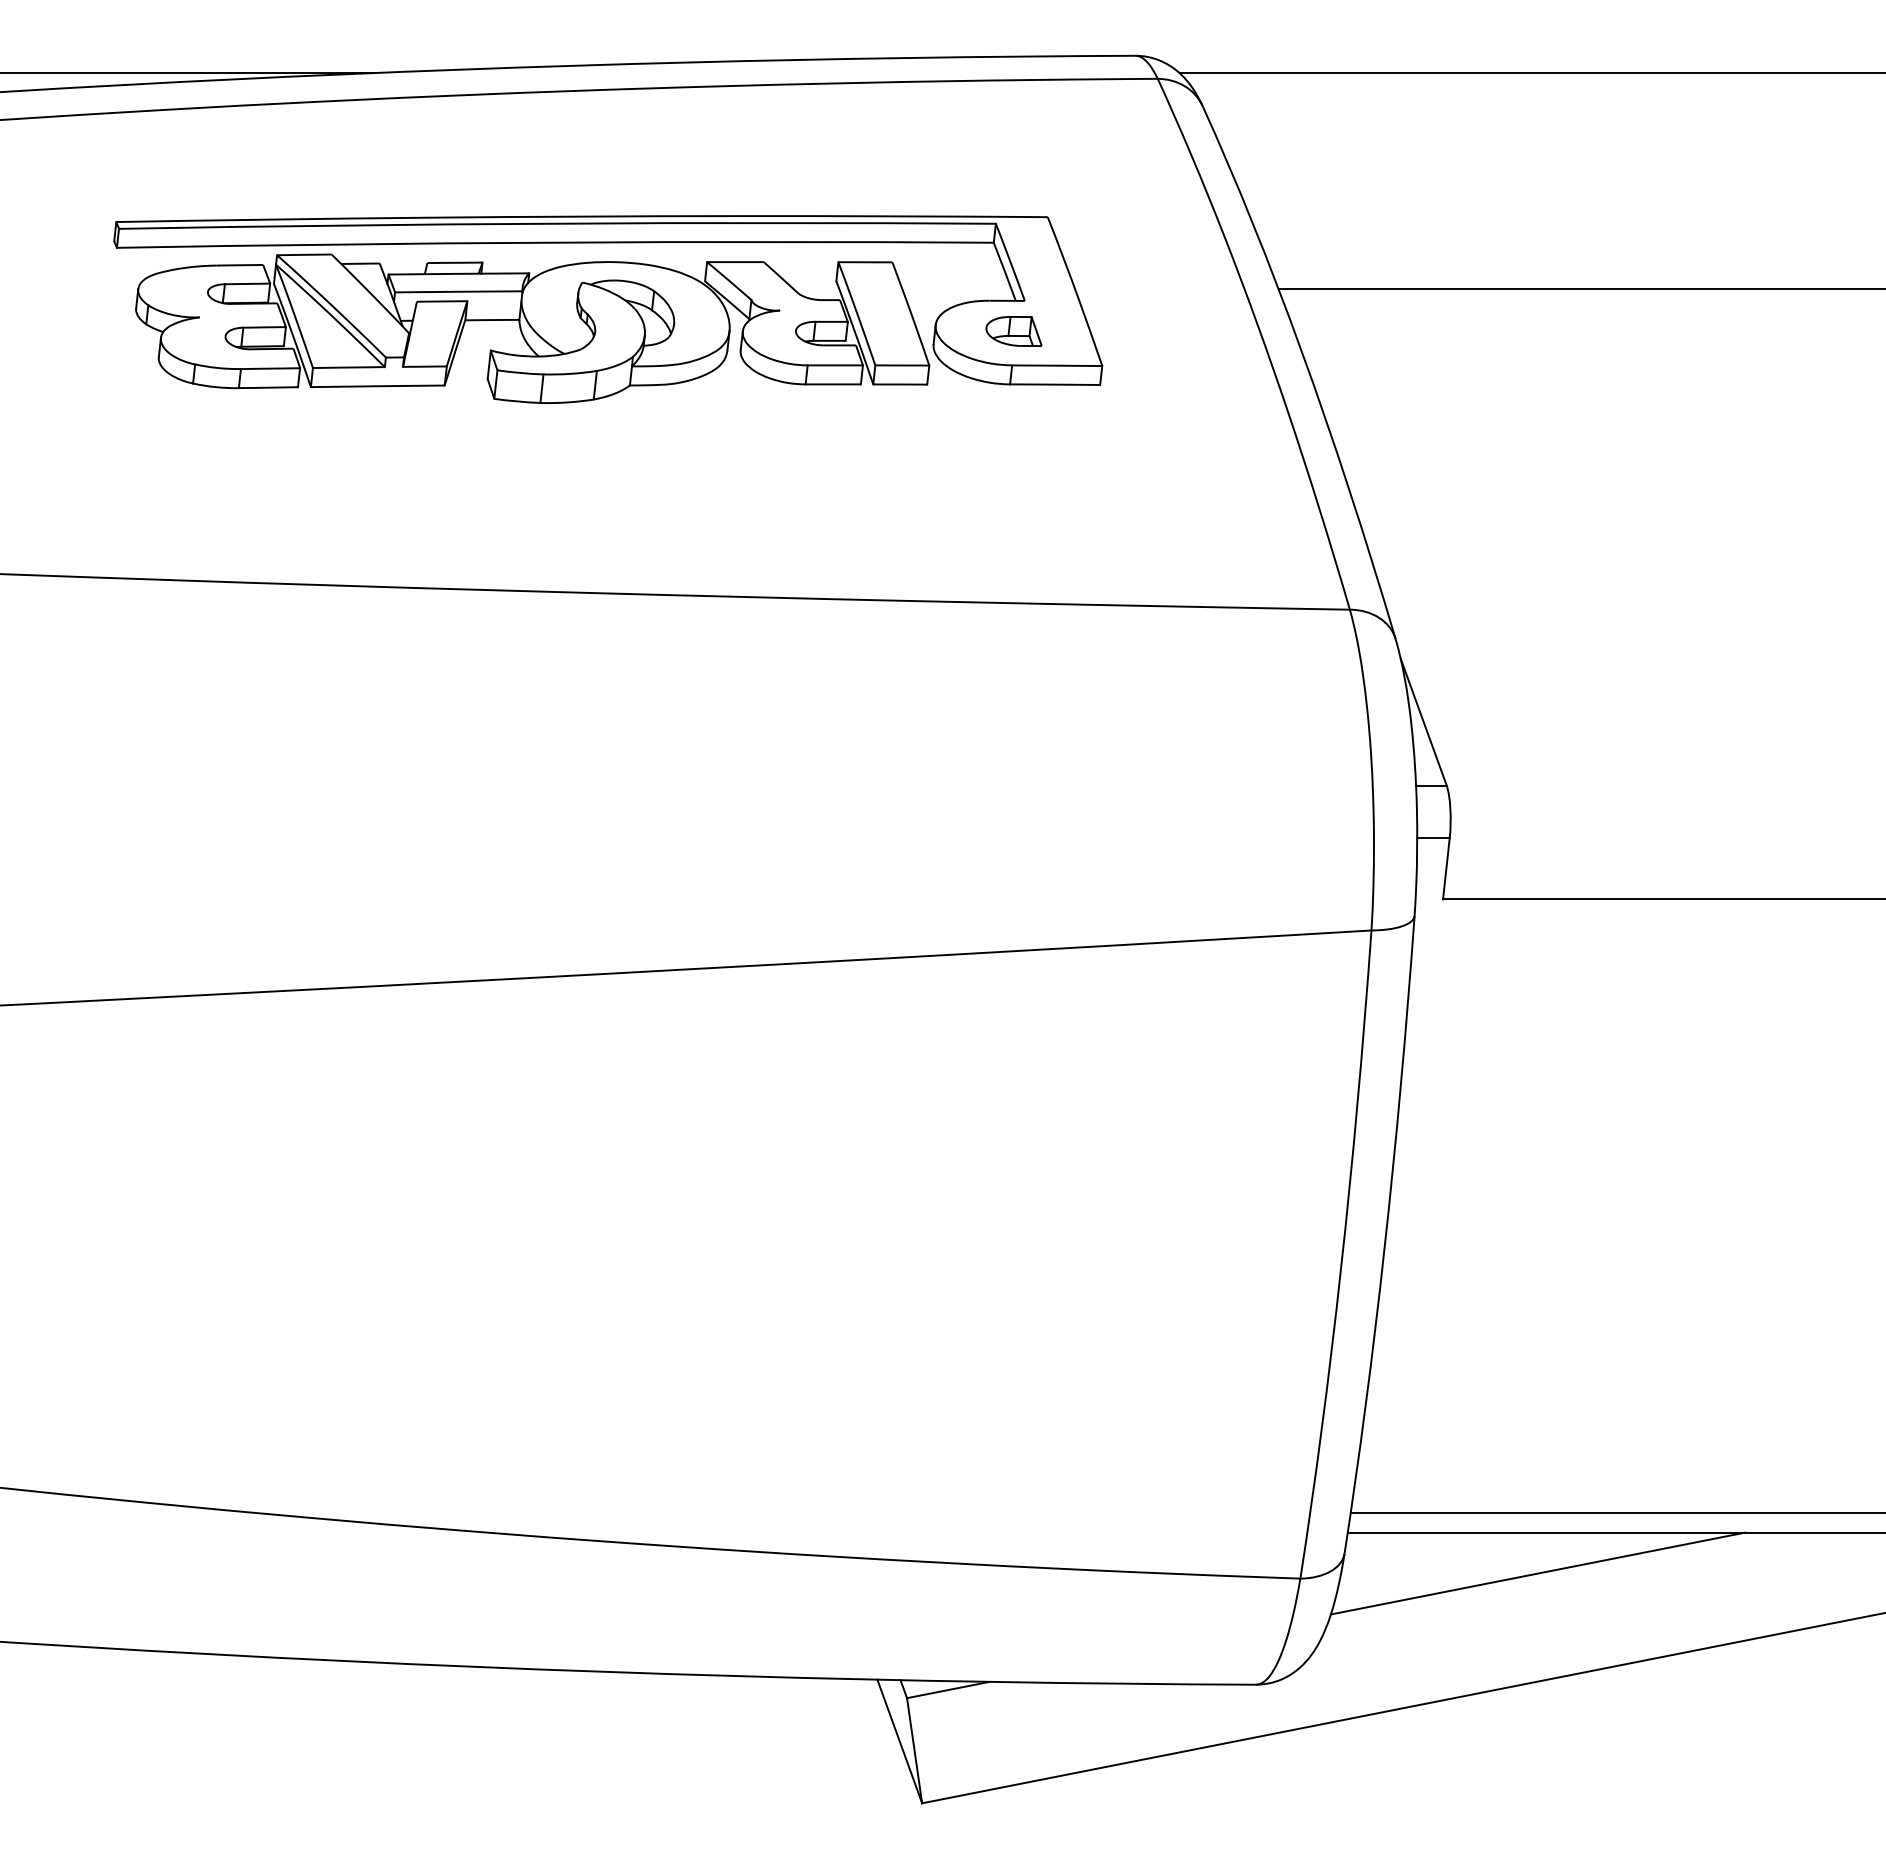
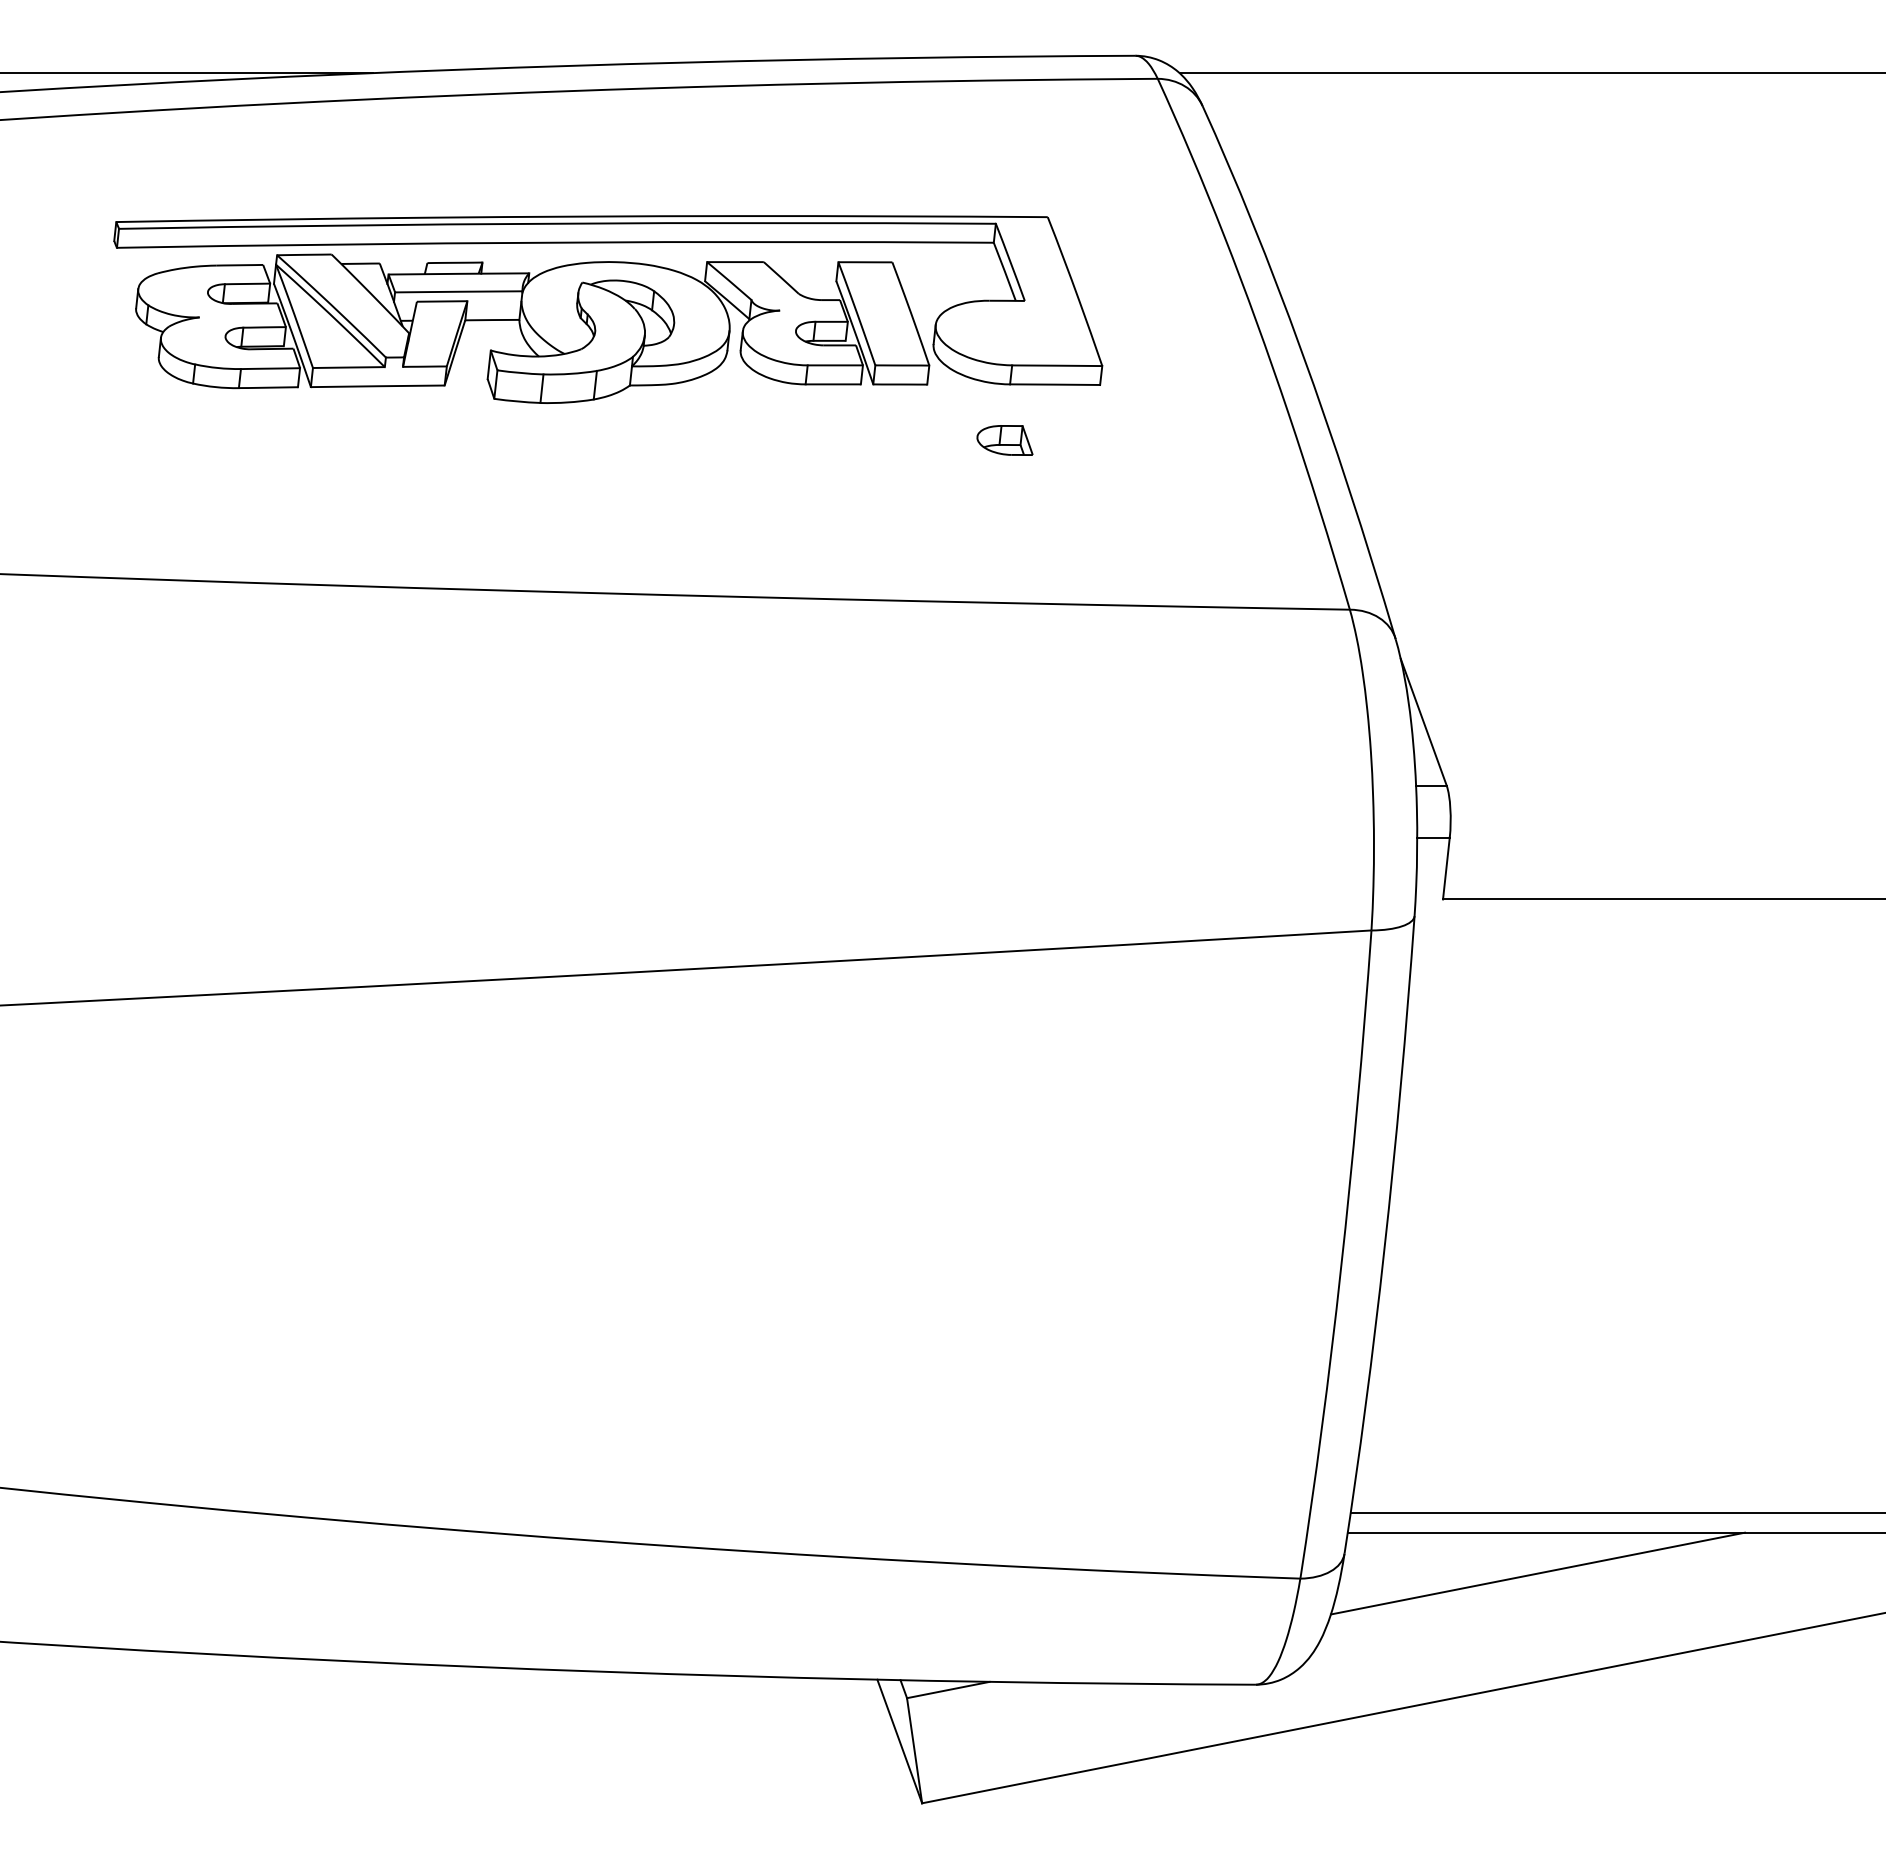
line at (1580, 289): present -> none
part at (1013, 331) position: (1013, 331) -> (1004, 440)
